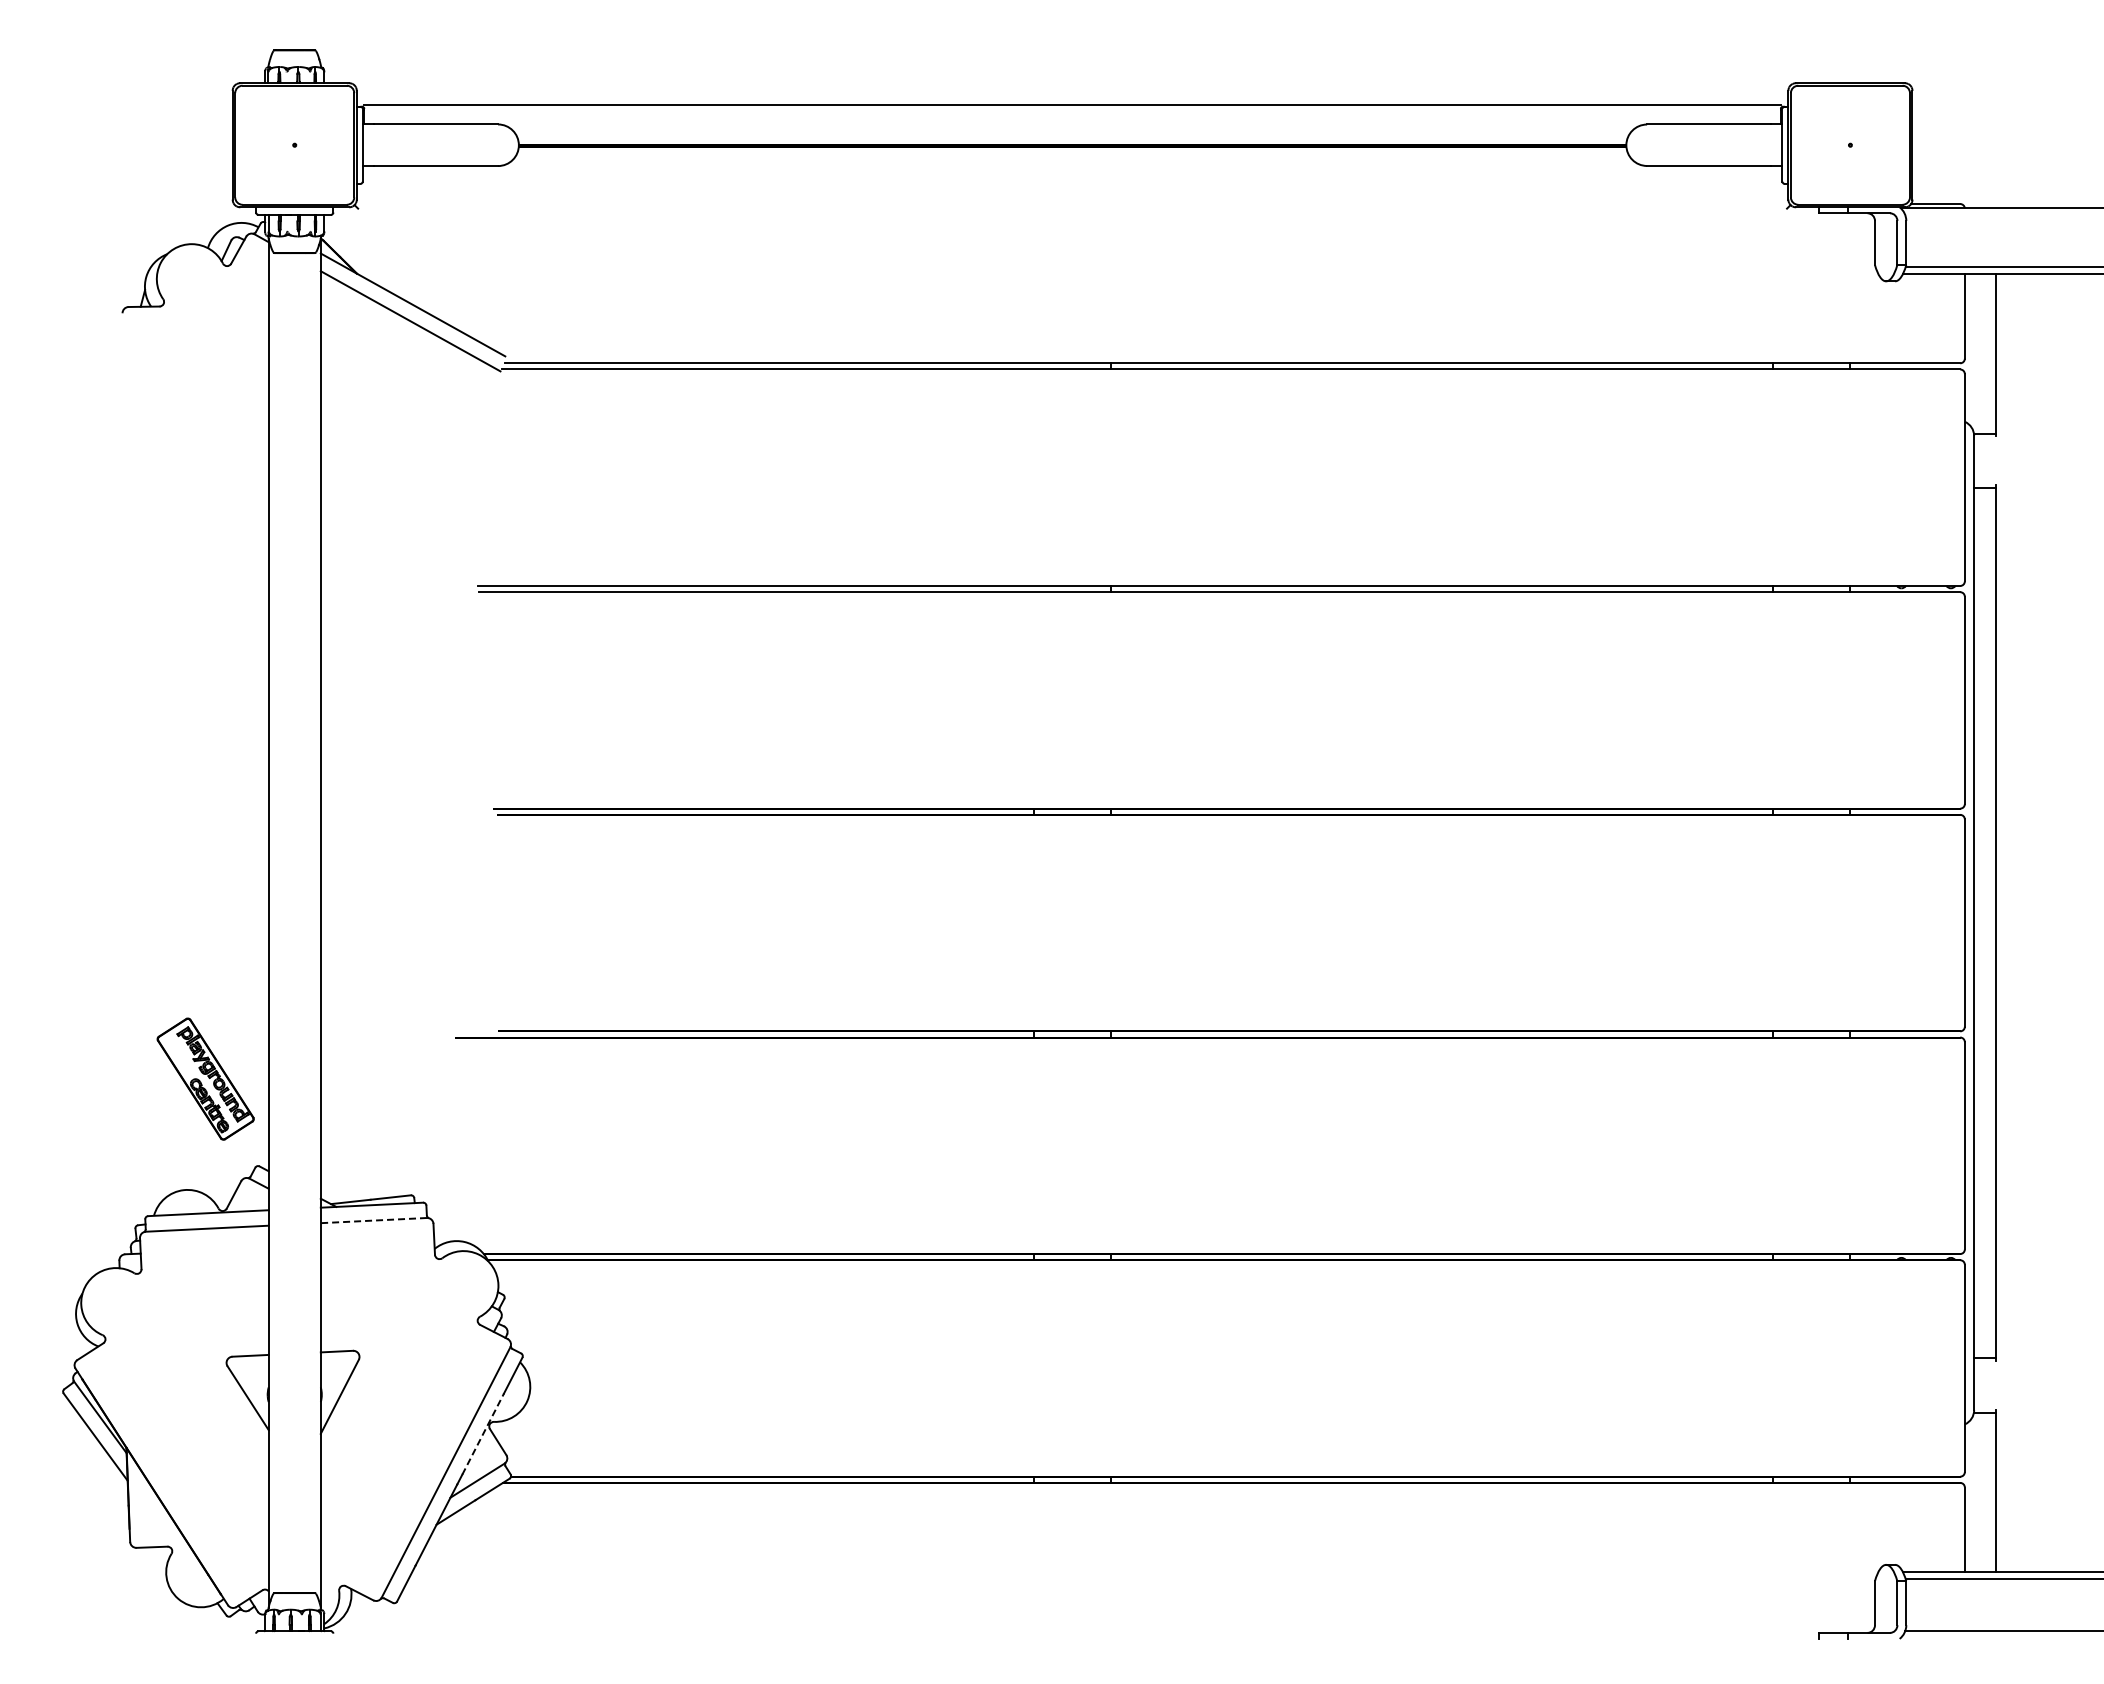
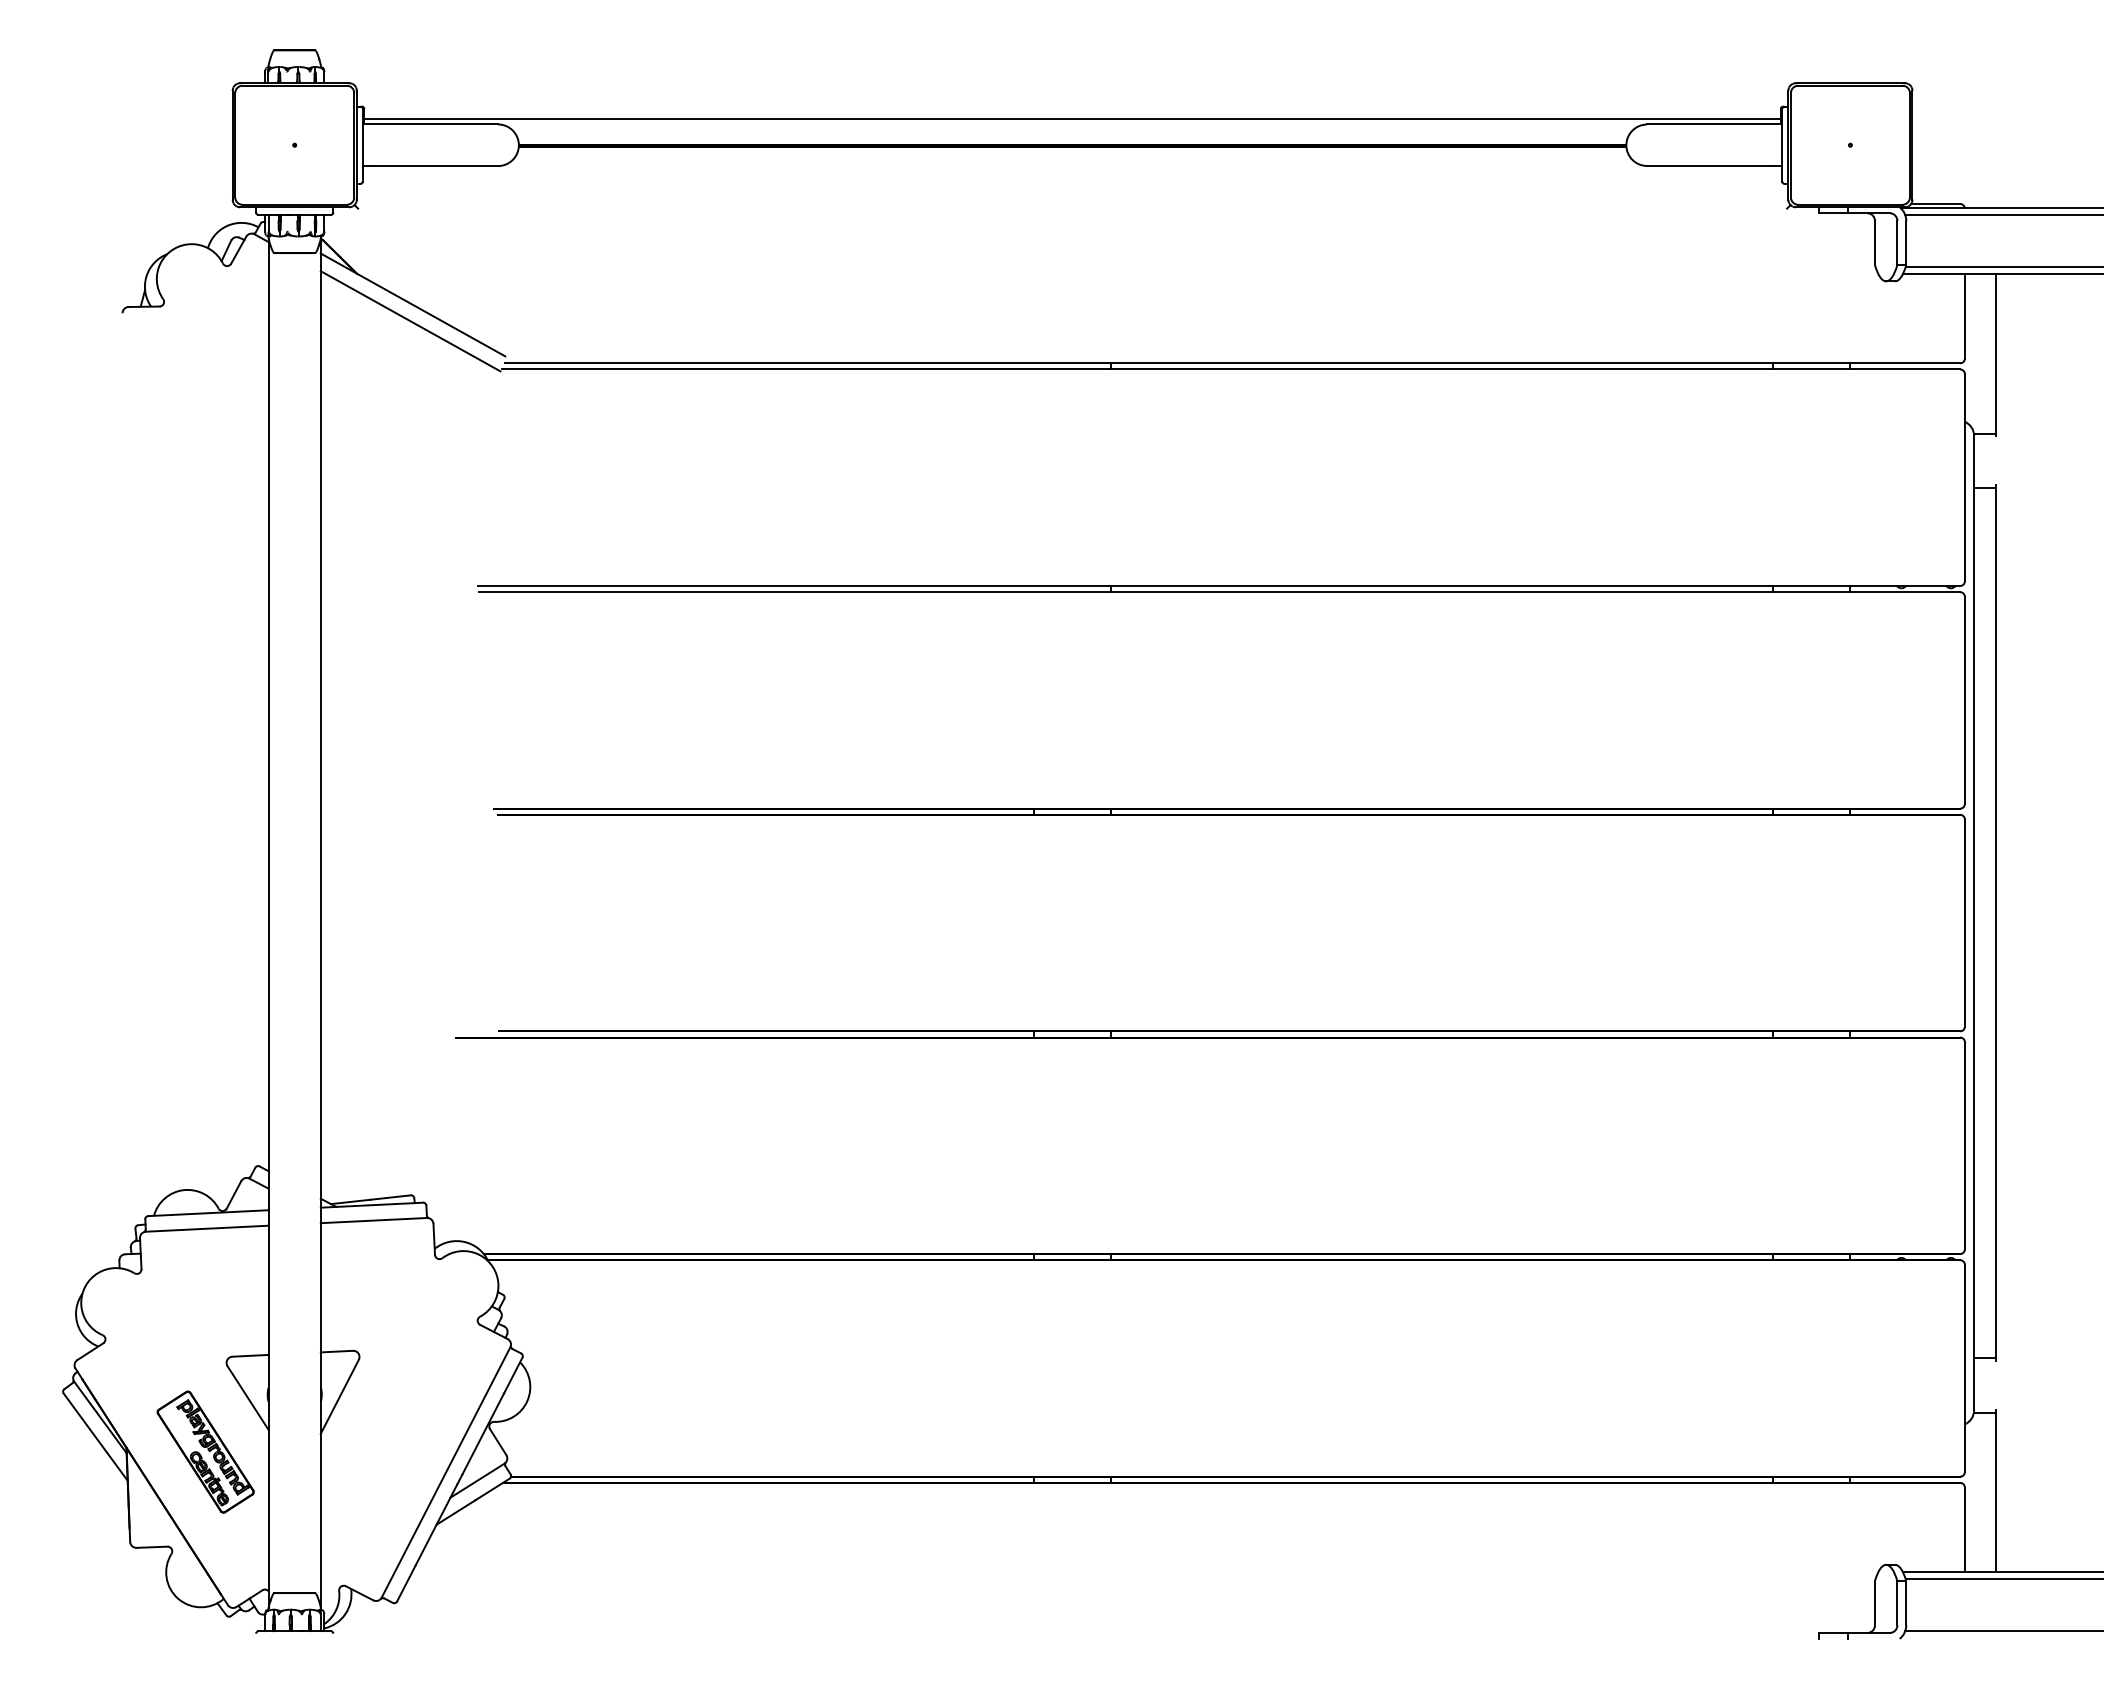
line at (1072, 104) position: (1072, 104) -> (1072, 118)
line at (2002, 214): none -> present
part at (205, 1078) position: (205, 1078) -> (205, 1451)
line at (373, 1220): dashed -> solid
line at (483, 1434): dashed -> solid
